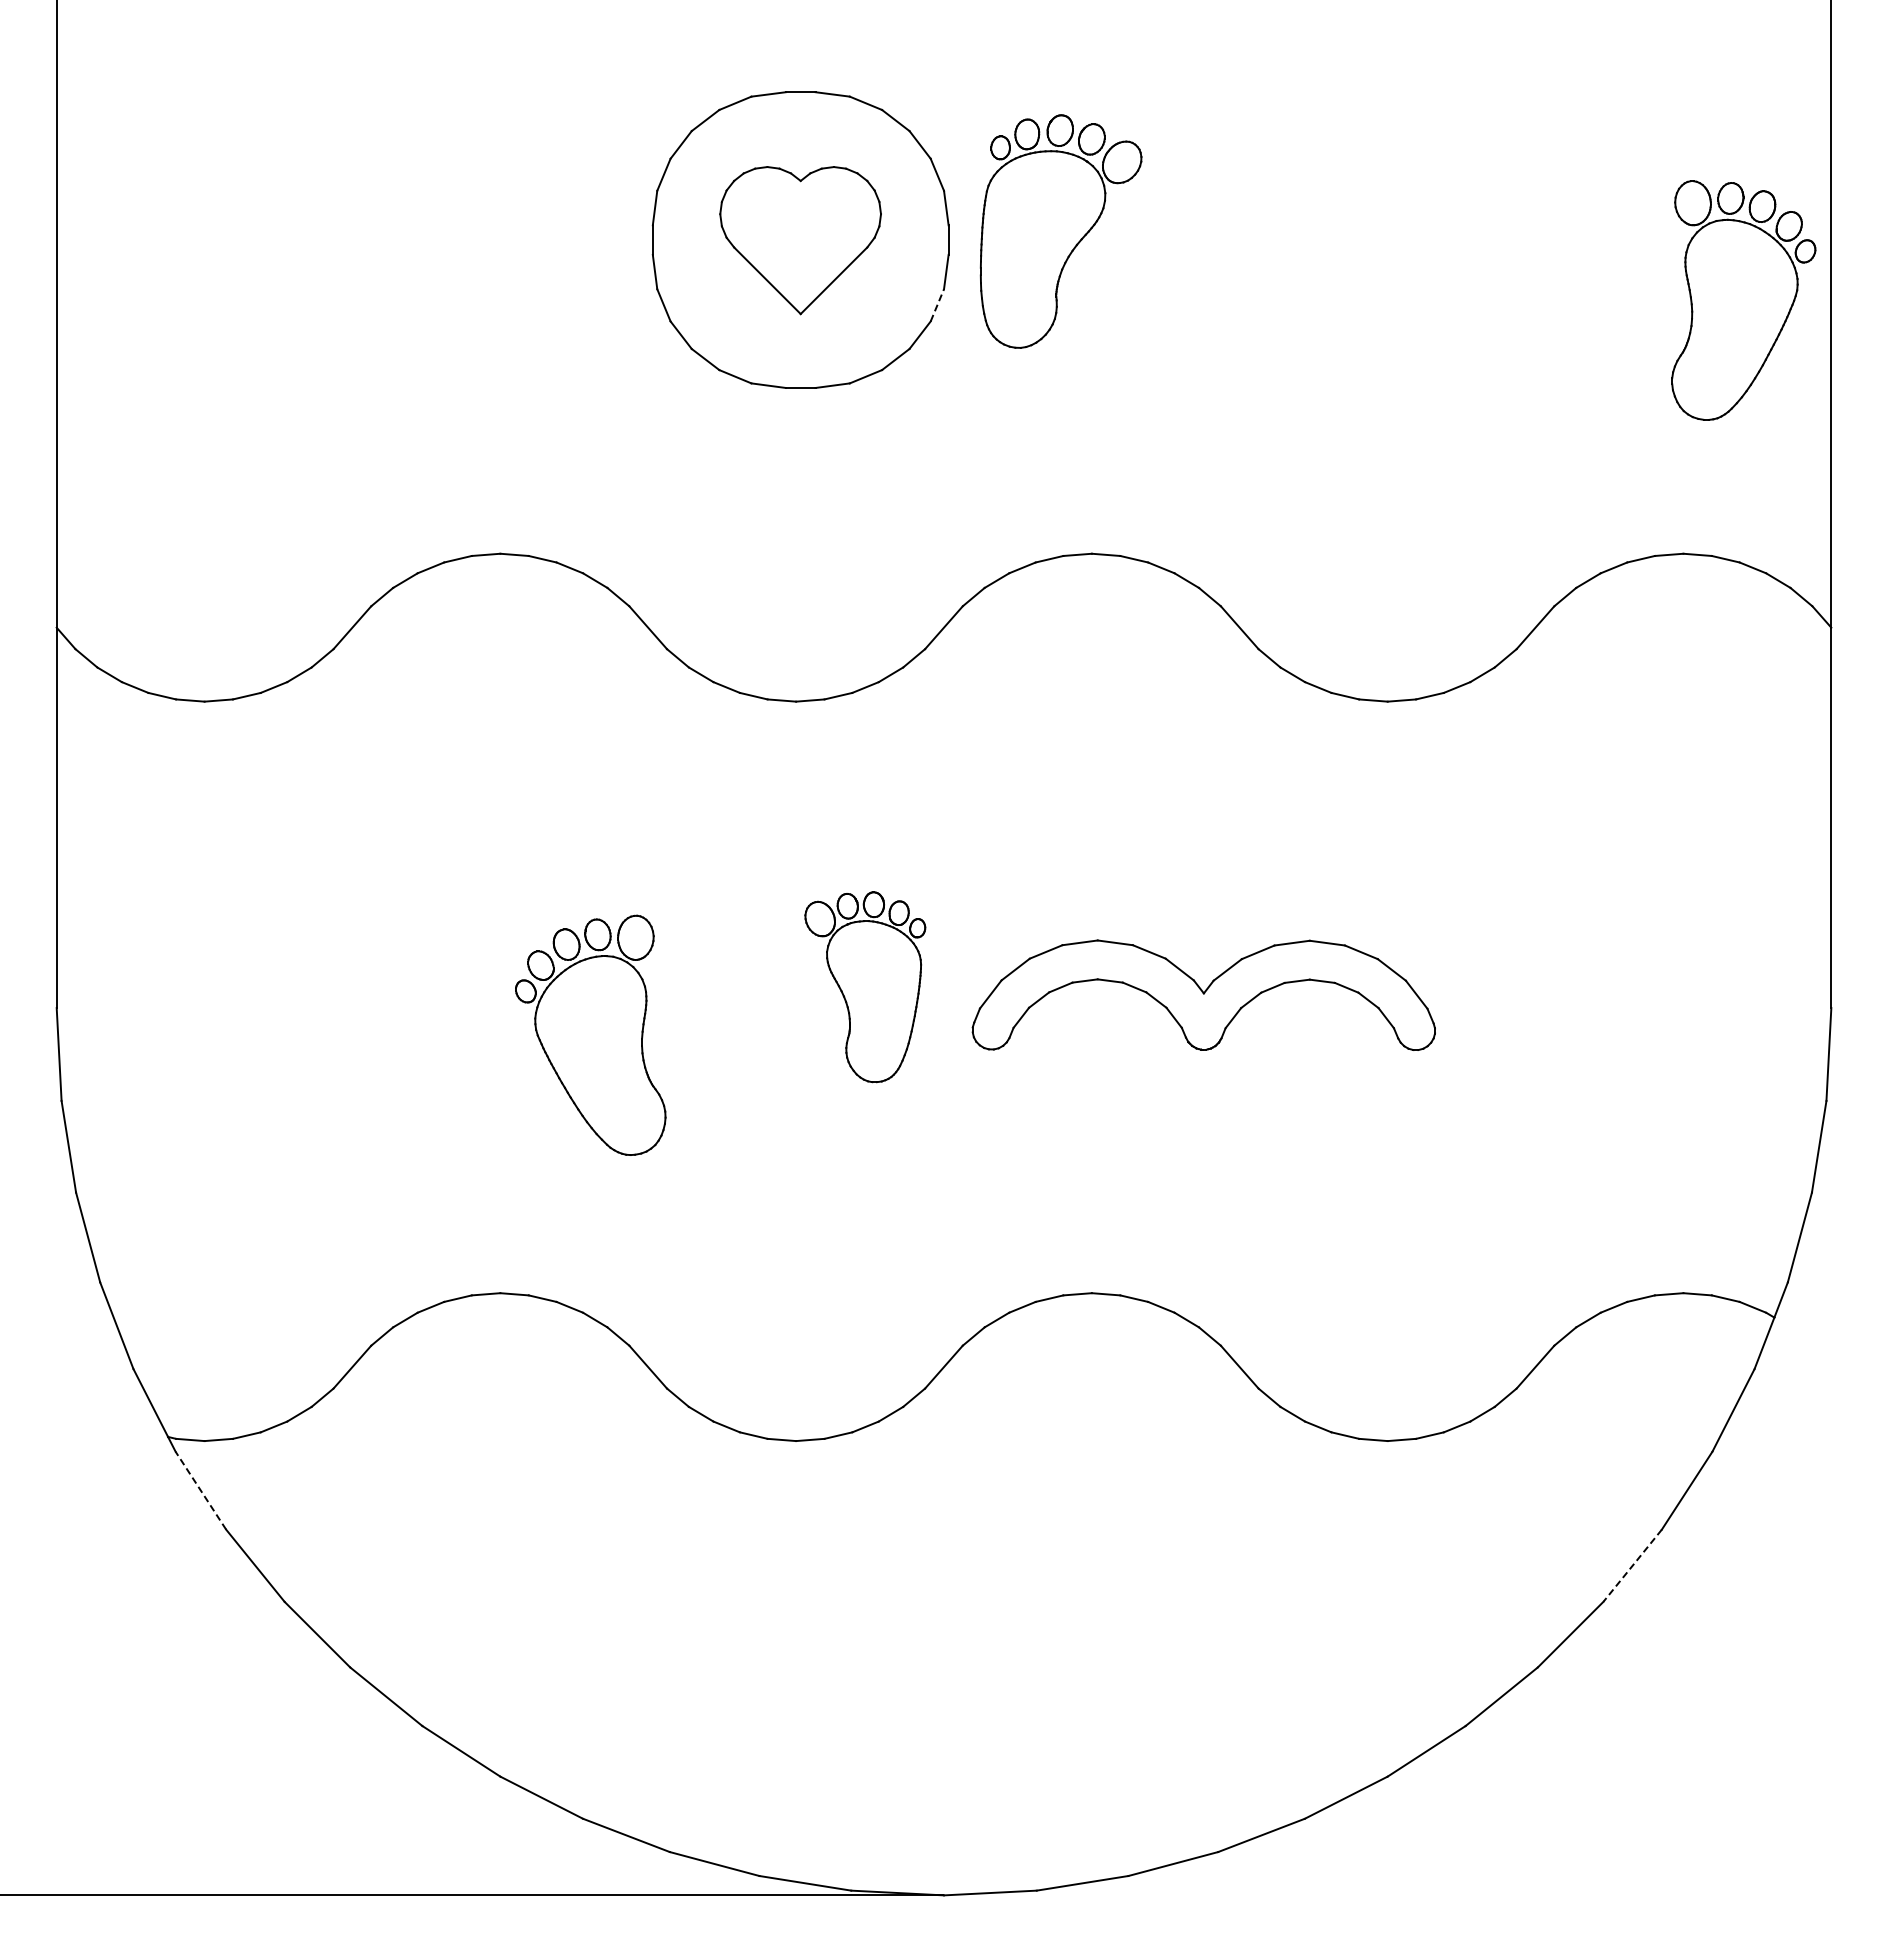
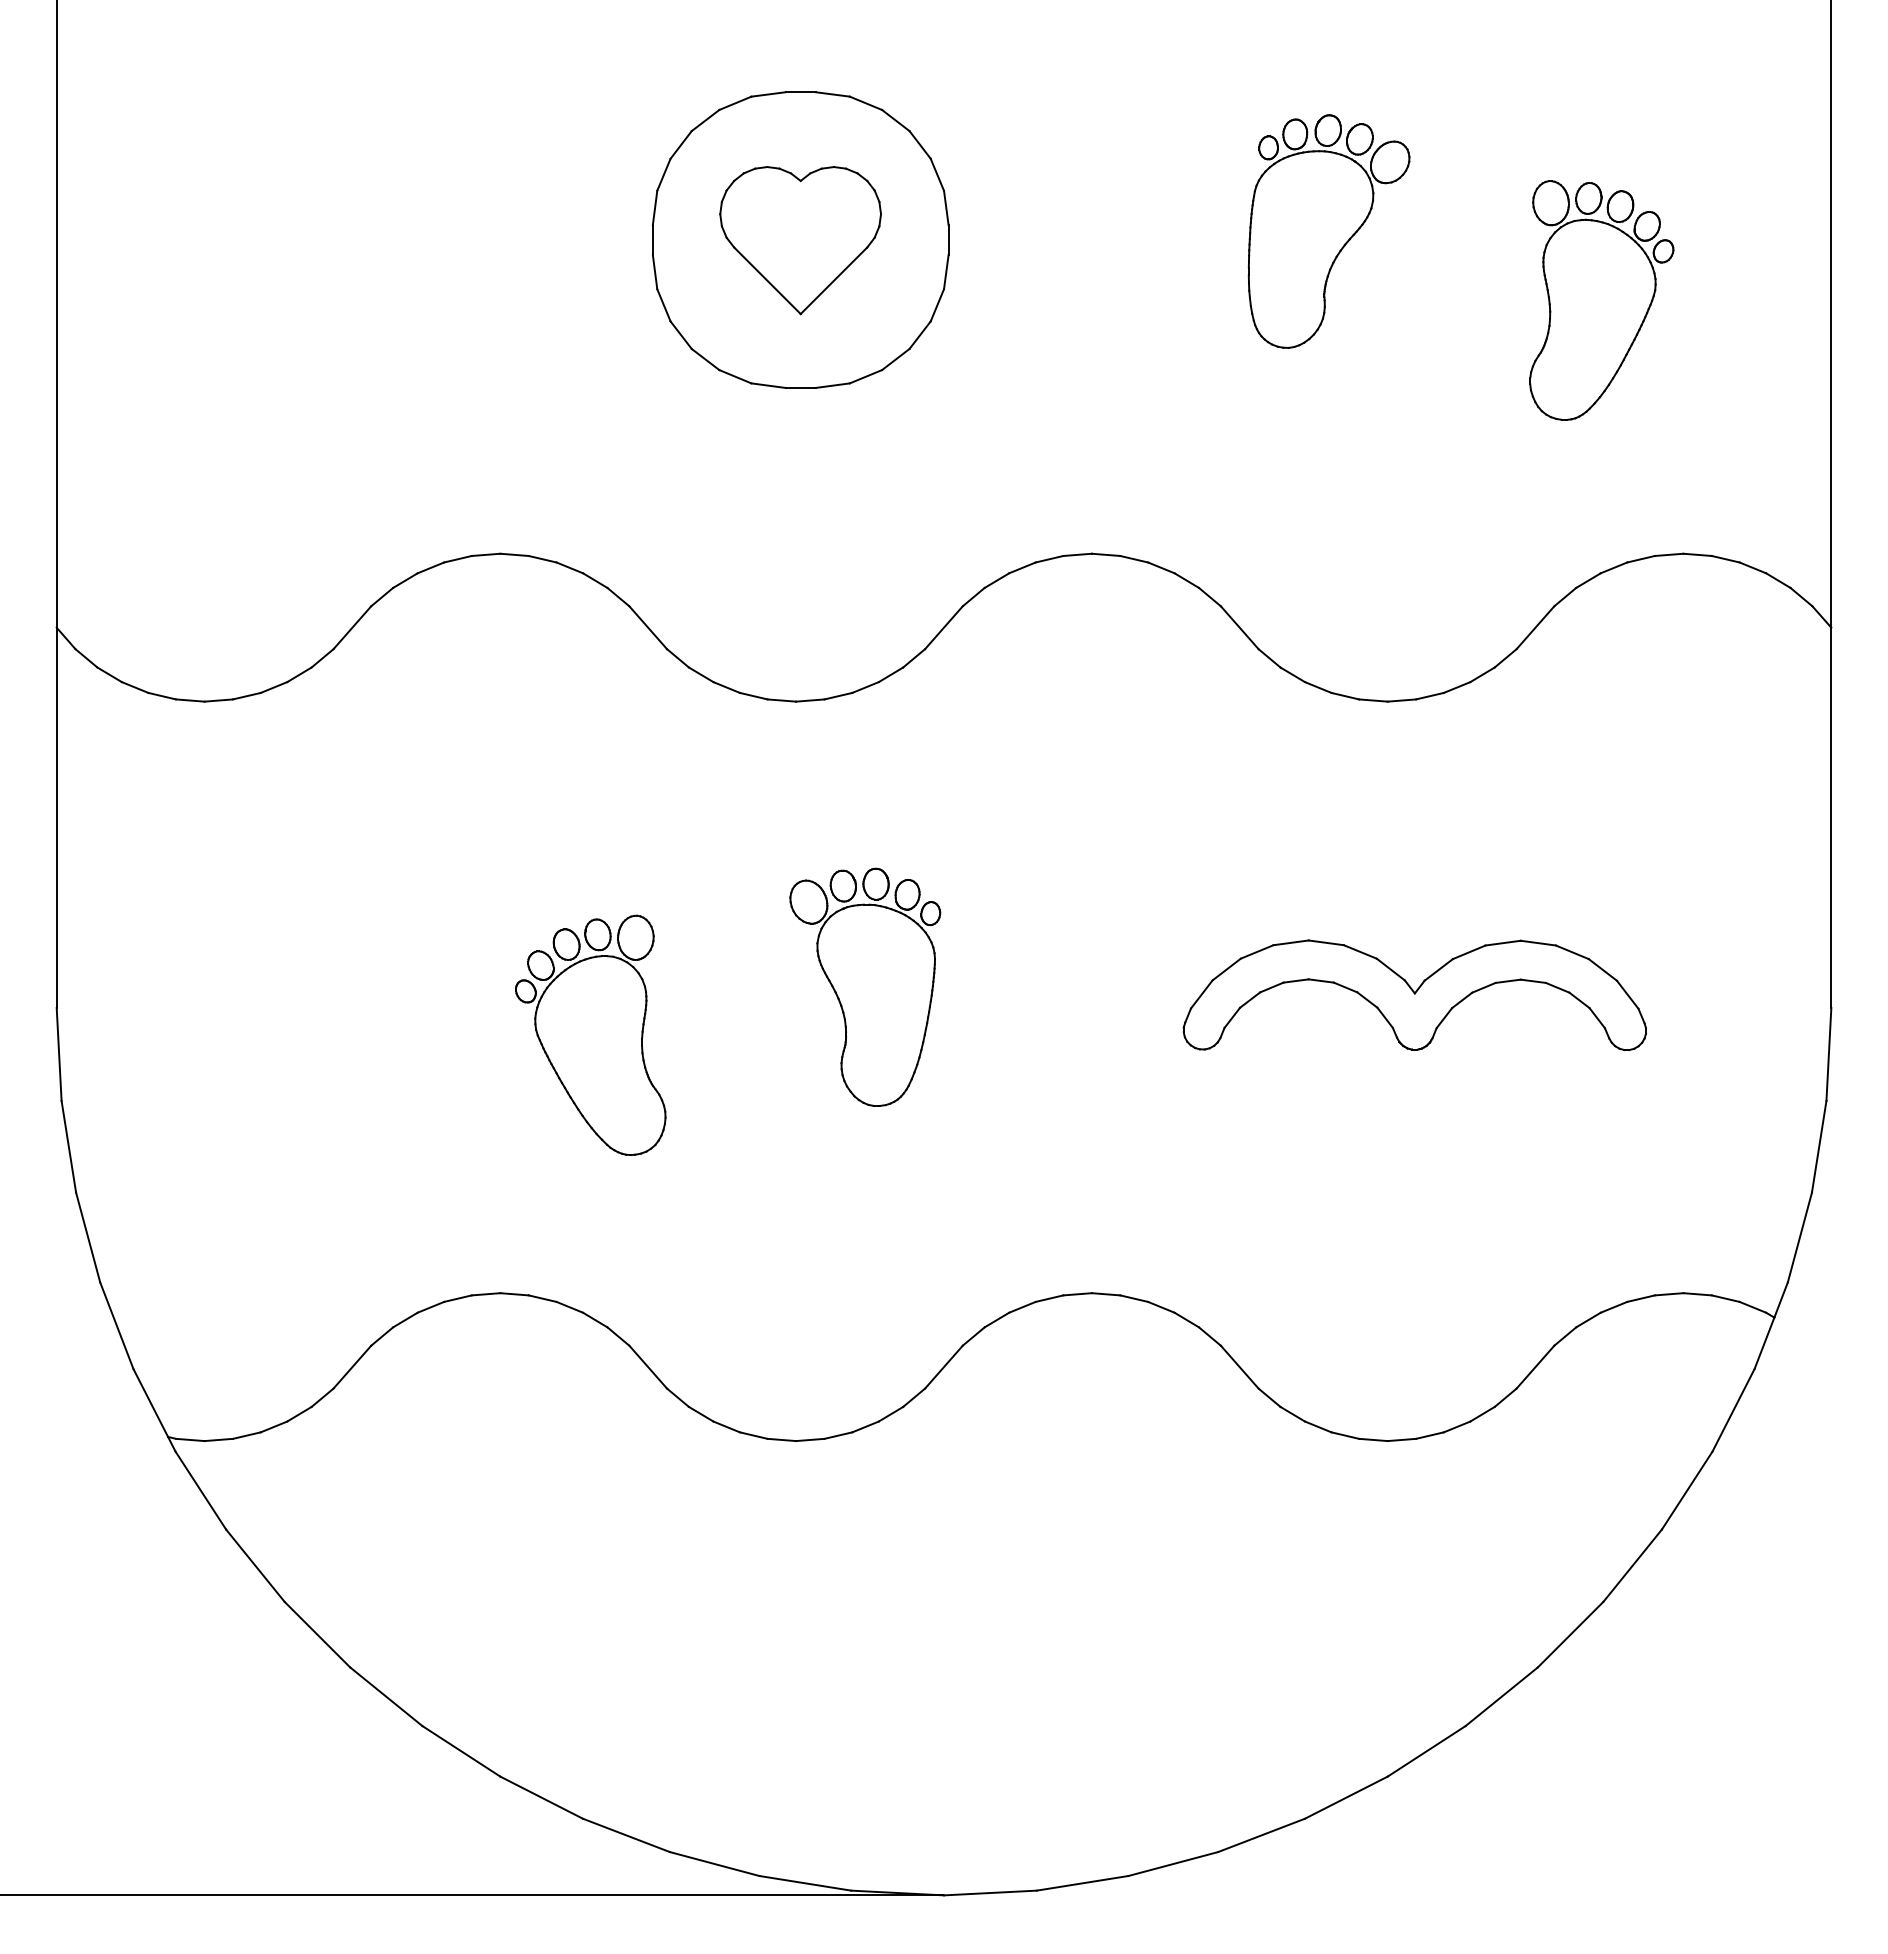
part at (1060, 231) position: (1060, 231) -> (1328, 231)
part at (1743, 300) position: (1743, 300) -> (1601, 300)
line at (937, 304): dashed -> solid
part at (865, 987) size: 123x193 px -> 153x240 px
part at (1203, 994) position: (1203, 994) -> (1414, 994)
line at (200, 1490): dashed -> solid
line at (1632, 1566): dashed -> solid
